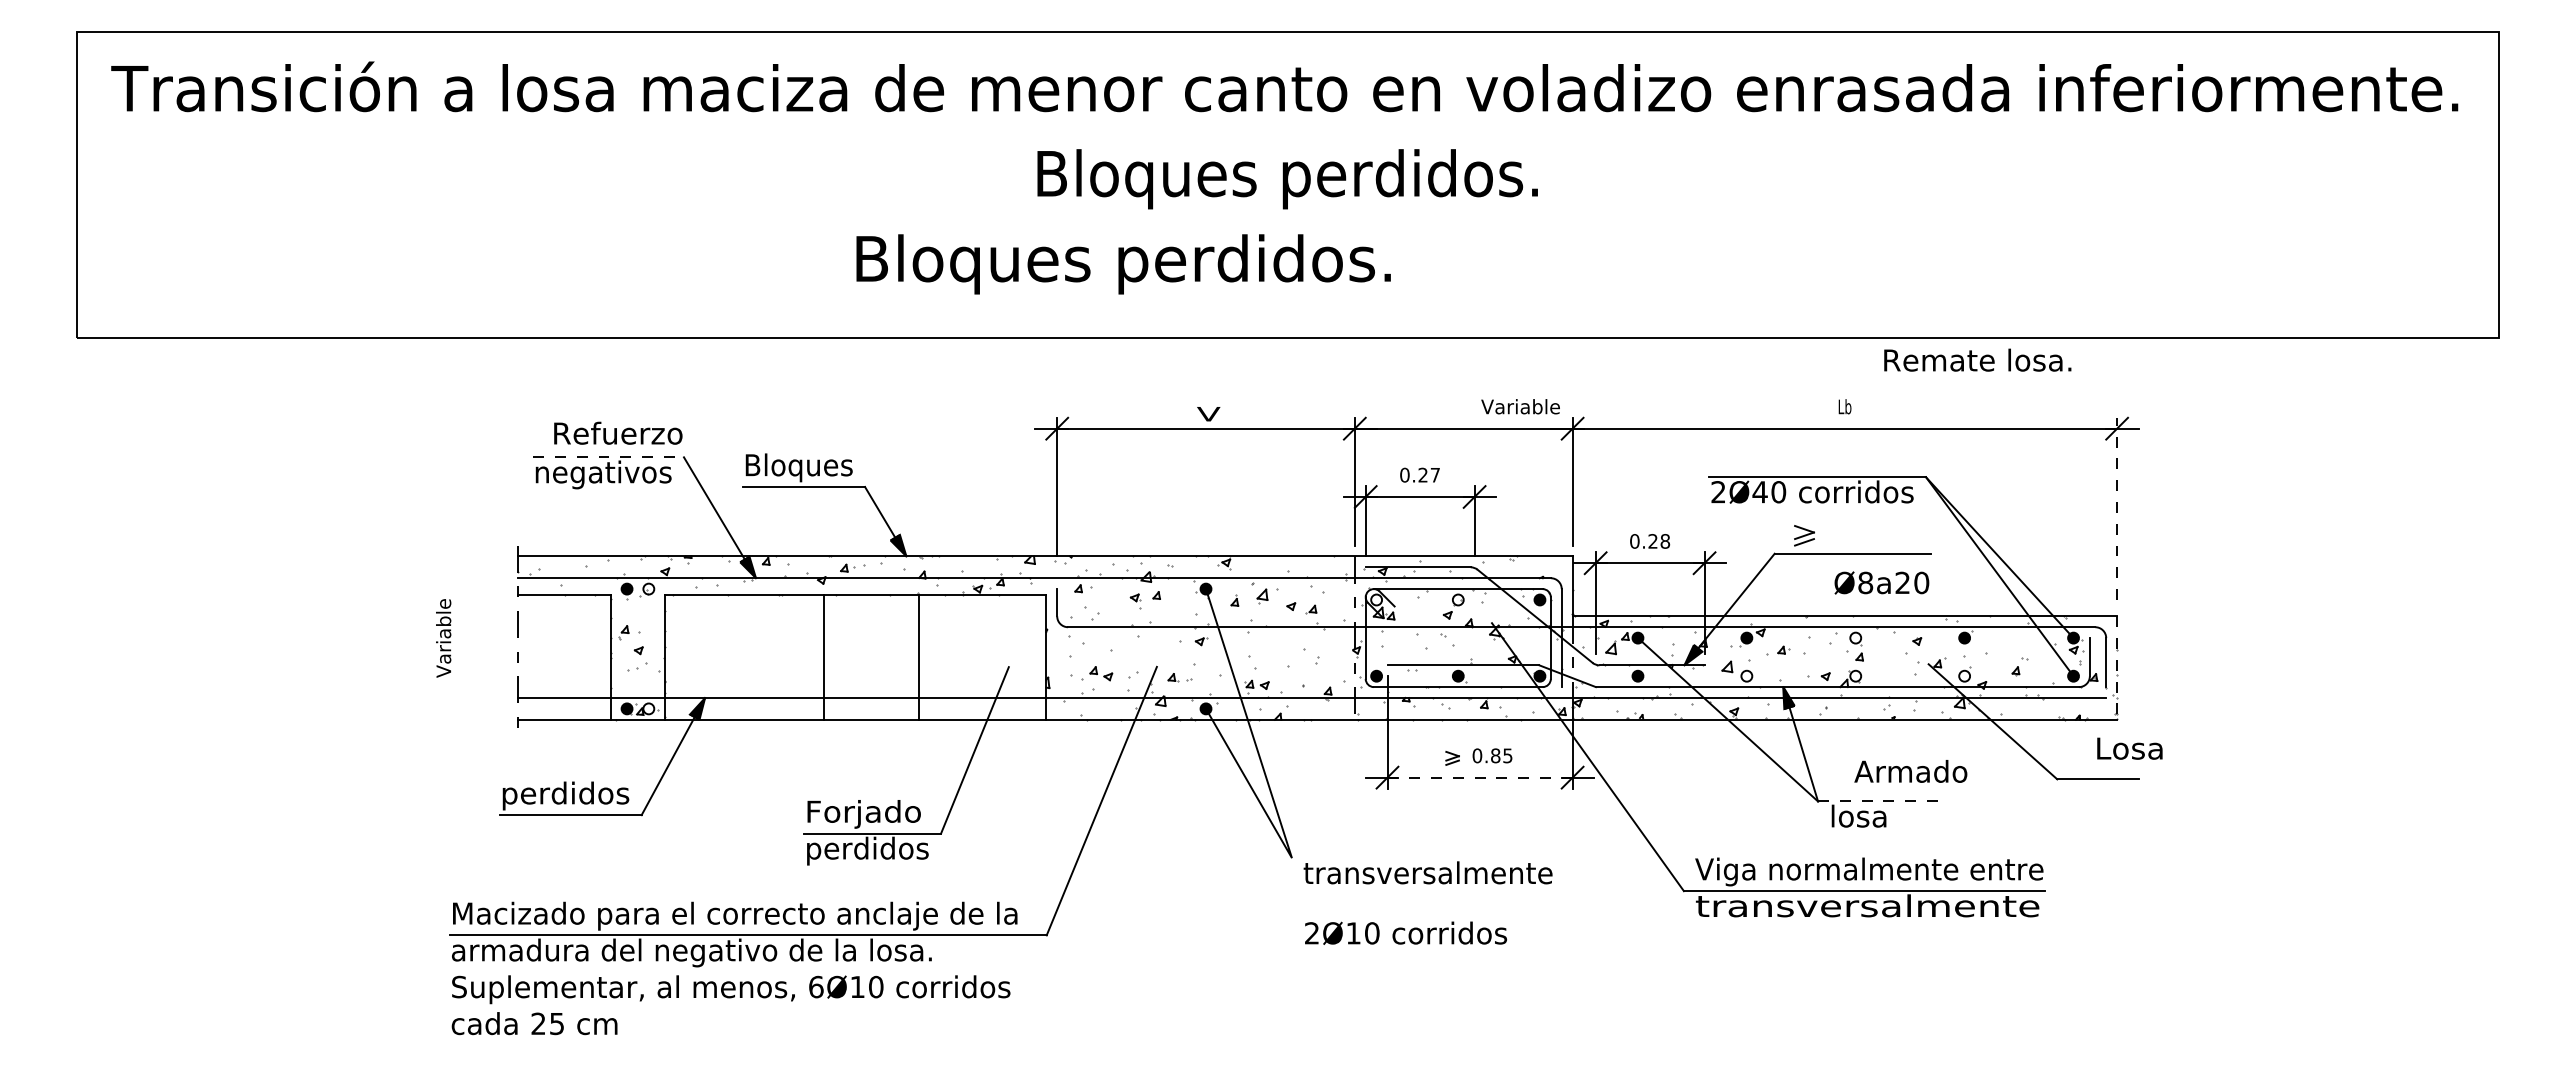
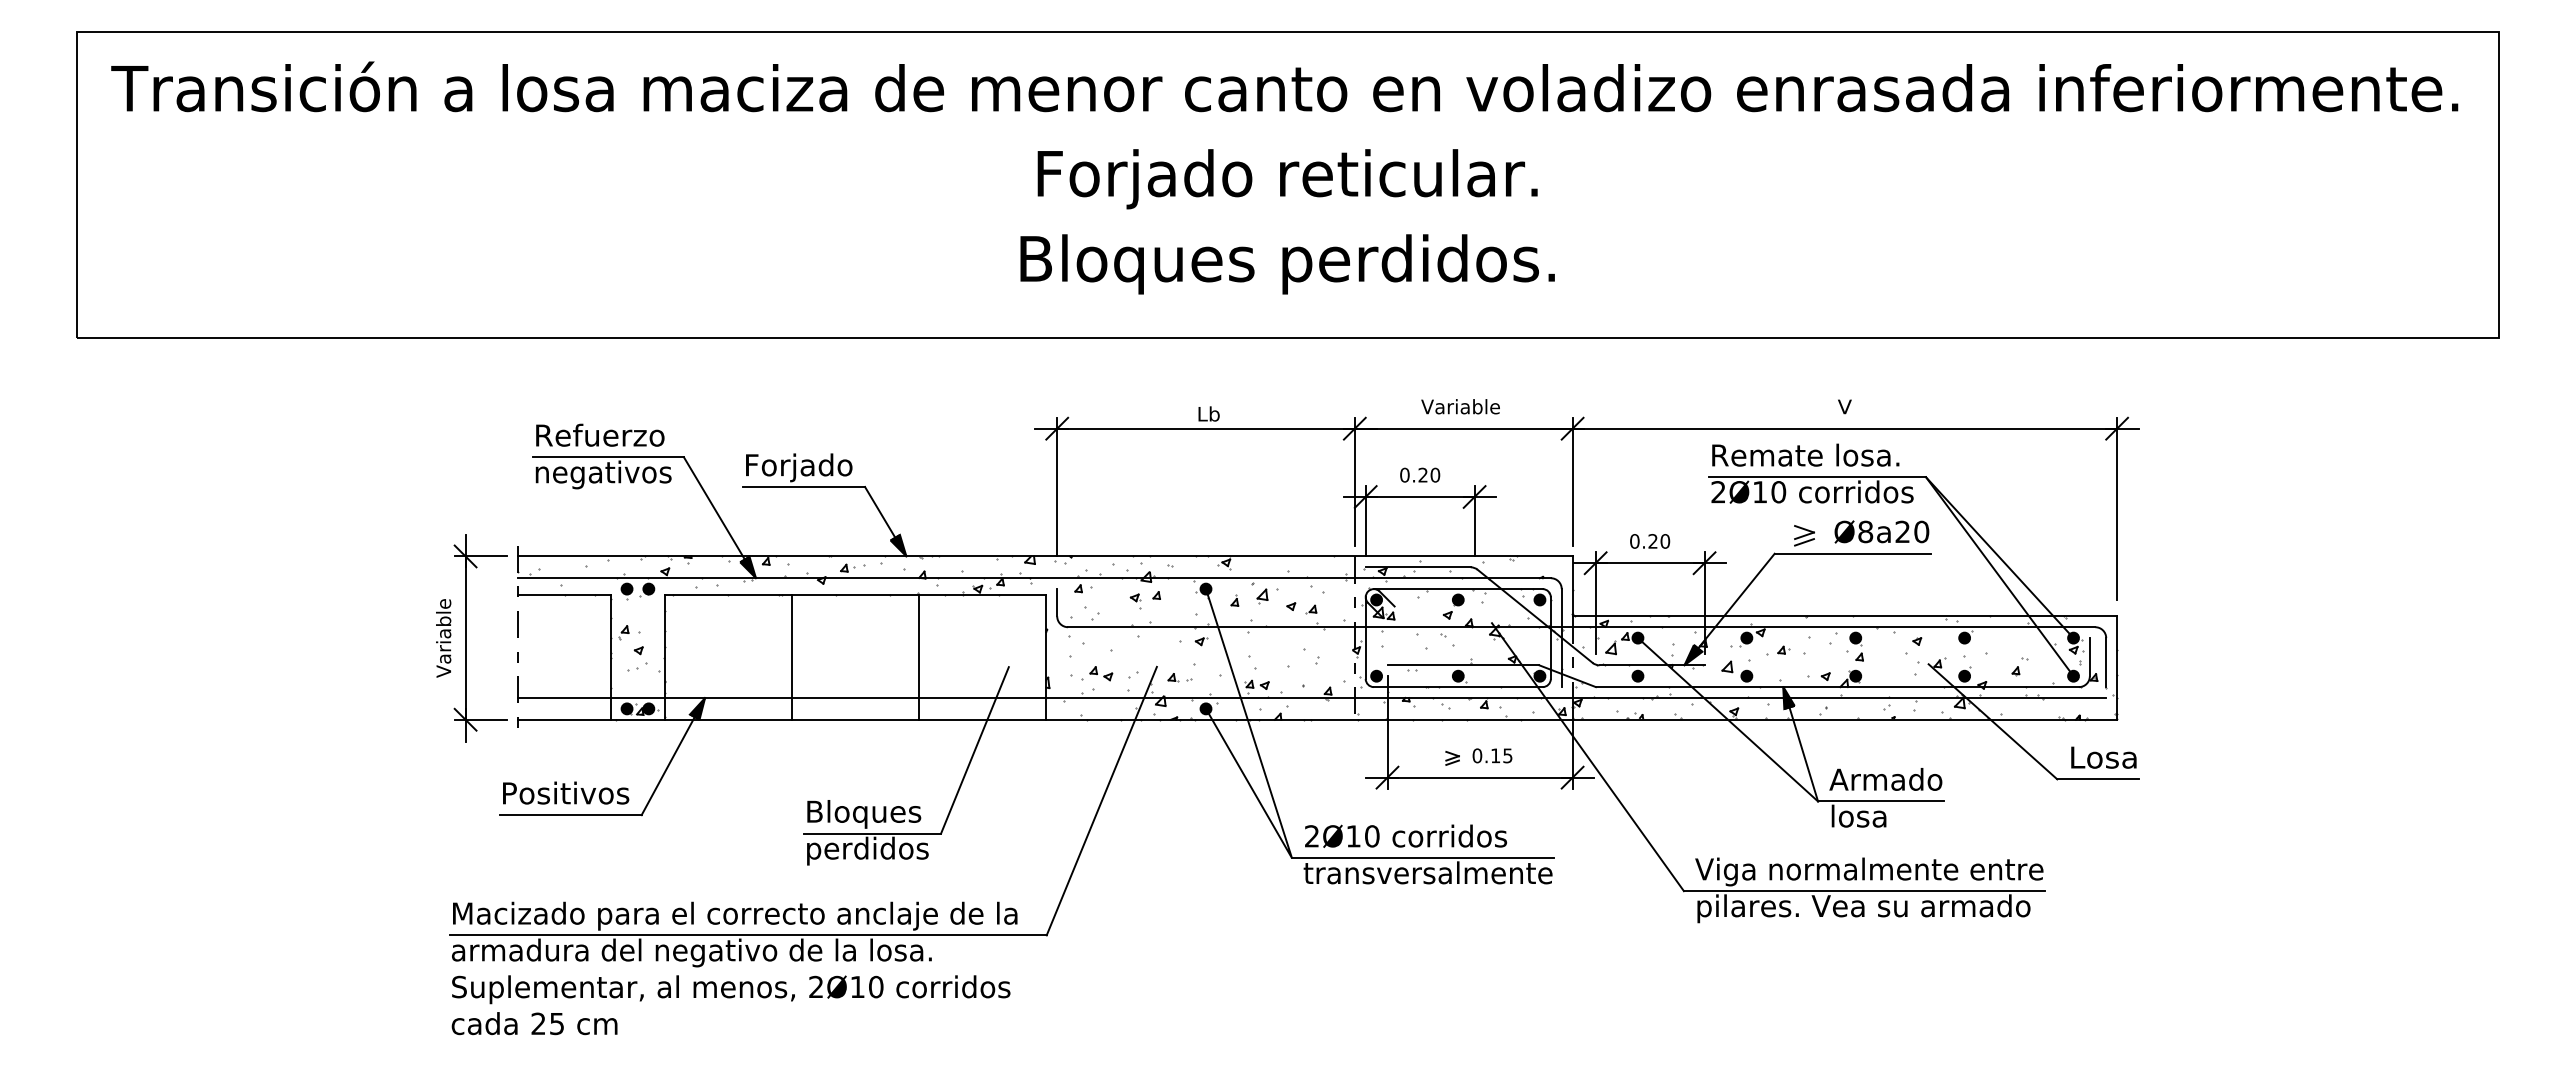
text at (1287, 179): Bloques perdidos. -> Forjado reticular.
text at (1123, 264) position: (1123, 264) -> (1287, 264)
text at (1977, 359) position: (1977, 359) -> (1805, 454)
text at (1520, 406) position: (1520, 406) -> (1460, 406)
text at (1844, 406): Lb -> V
text at (1208, 413): V -> Lb
text at (618, 432) position: (618, 432) -> (600, 434)
line at (609, 457): dashed -> solid
text at (798, 467): Bloques -> Forjado
text at (1435, 474): 0.27 -> 0.20
text at (1759, 492): 2Ø40 -> 2Ø10
line at (2117, 508): dashed -> solid
text at (1665, 541): 0.28 -> 0.20
text at (1881, 582) position: (1881, 582) -> (1881, 531)
fill at (648, 588): none -> present
fill at (1376, 599): none -> present
fill at (1457, 599): none -> present
fill at (1855, 637): none -> present
part at (466, 638): none -> present
line at (824, 656) position: (824, 656) -> (792, 656)
line at (2117, 668): dashed -> solid
fill at (1746, 675): none -> present
fill at (1855, 675): none -> present
fill at (1964, 675): none -> present
fill at (648, 708): none -> present
text at (2129, 748) position: (2129, 748) -> (2103, 757)
text at (1495, 755): 0.85 -> 0.15
text at (1910, 771) position: (1910, 771) -> (1885, 779)
line at (1480, 777): dashed -> solid
text at (561, 795): perdidos -> Positivos
line at (1881, 801): dashed -> solid
text at (864, 814): Forjado -> Bloques
line at (1423, 858): none -> present
text at (1867, 908): transversalmente -> pilares. Vea su armado
text at (1406, 932) position: (1406, 932) -> (1406, 835)
text at (816, 986): 6Ø10 -> 2Ø10
